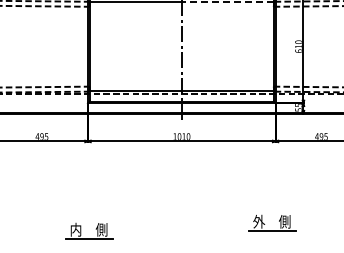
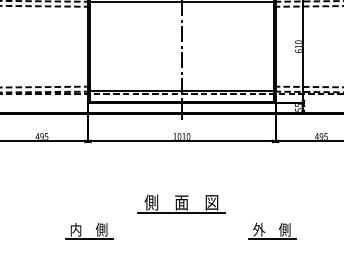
line at (227, 2): dashed -> solid
part at (181, 203): none -> present
part at (279, 221) position: (279, 221) -> (279, 229)
